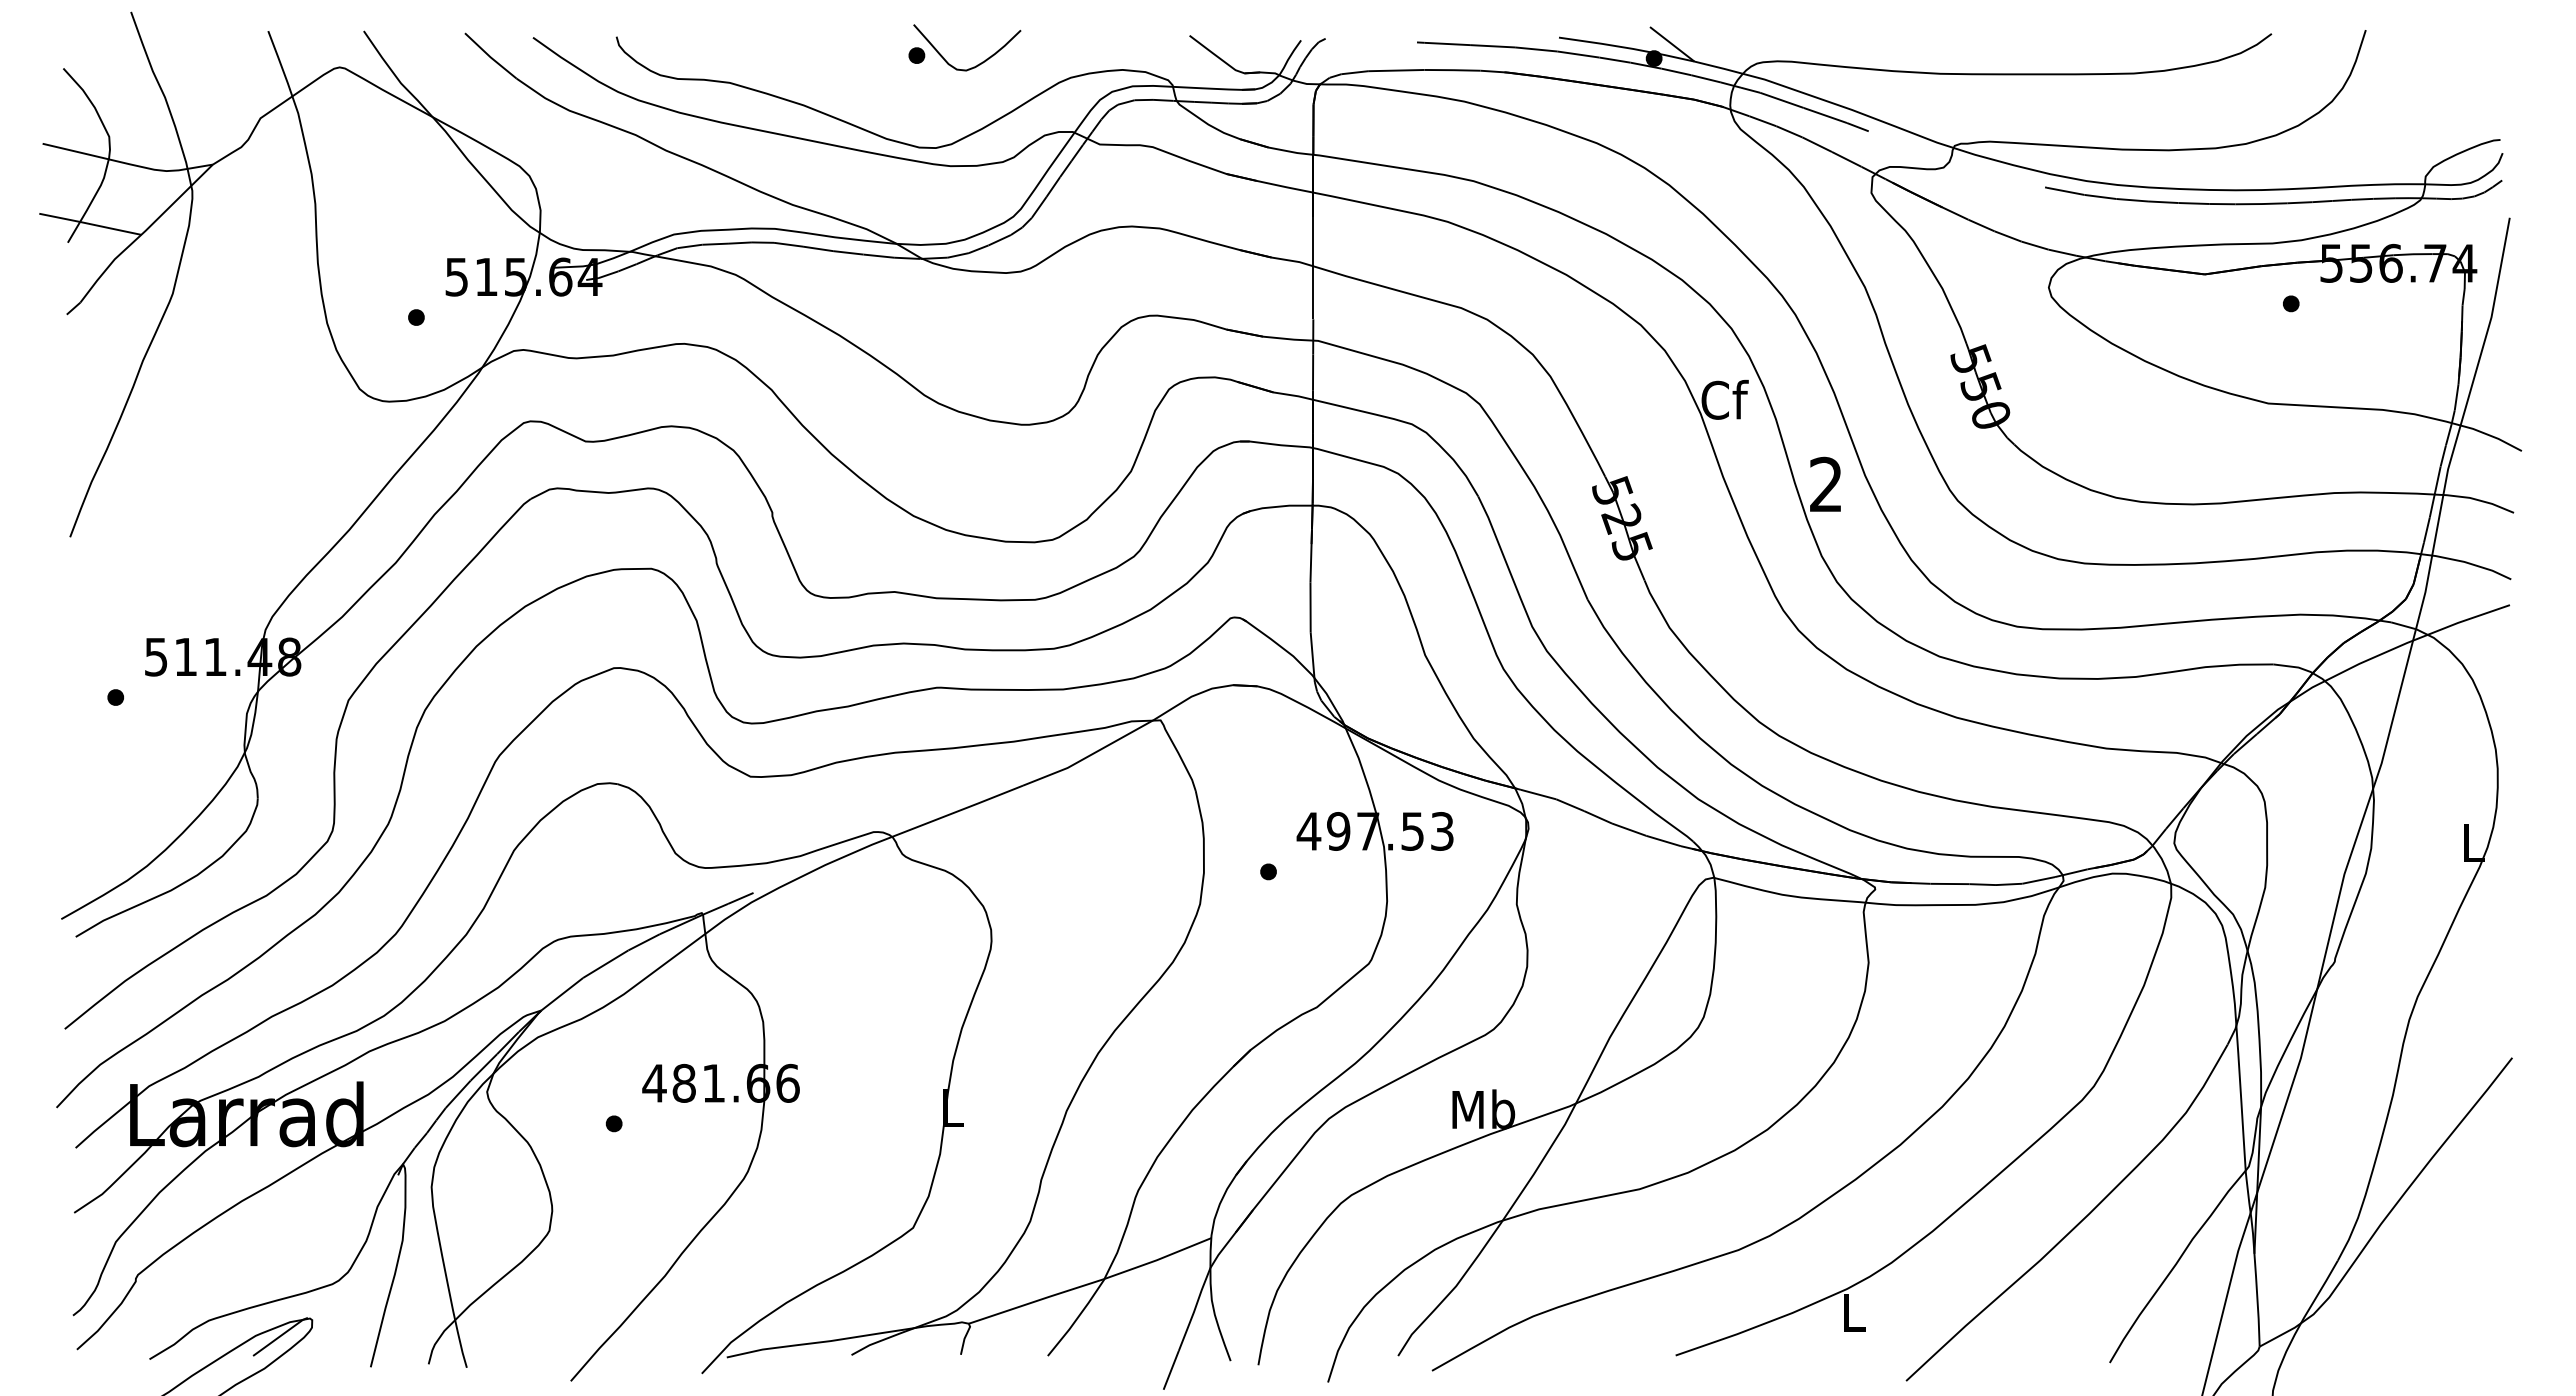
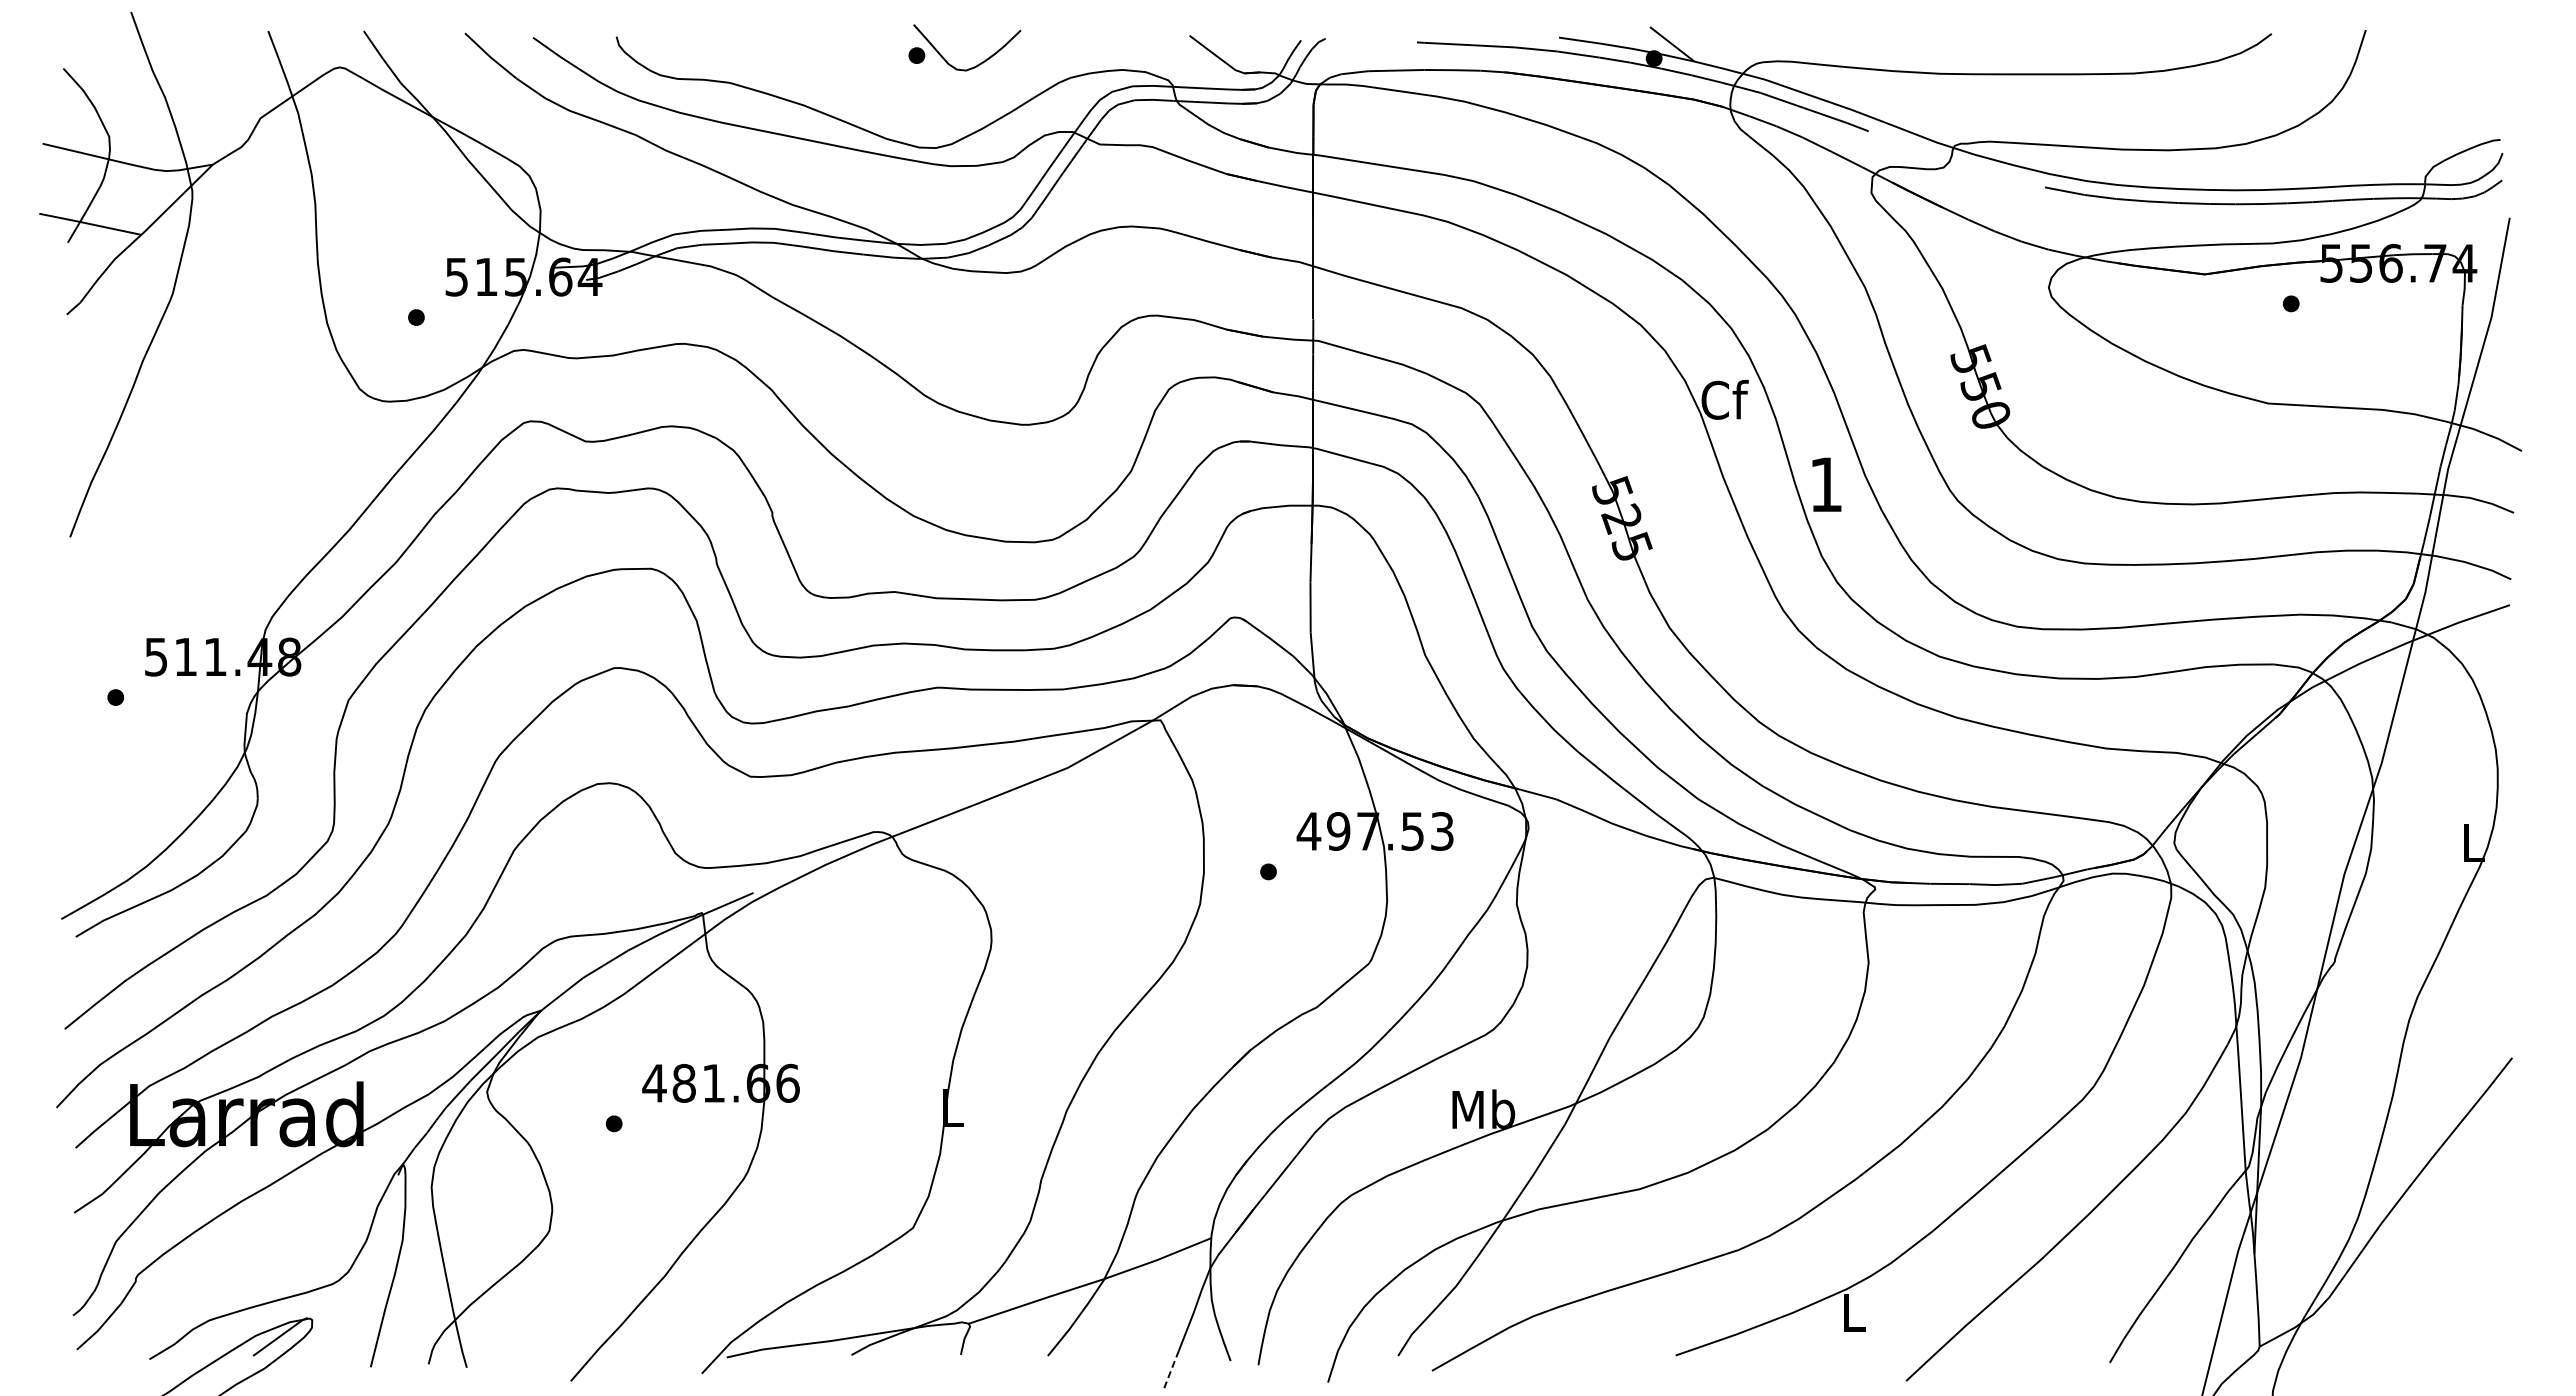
text at (1825, 483): 2 -> 1
line at (1171, 1370): solid -> dashed
